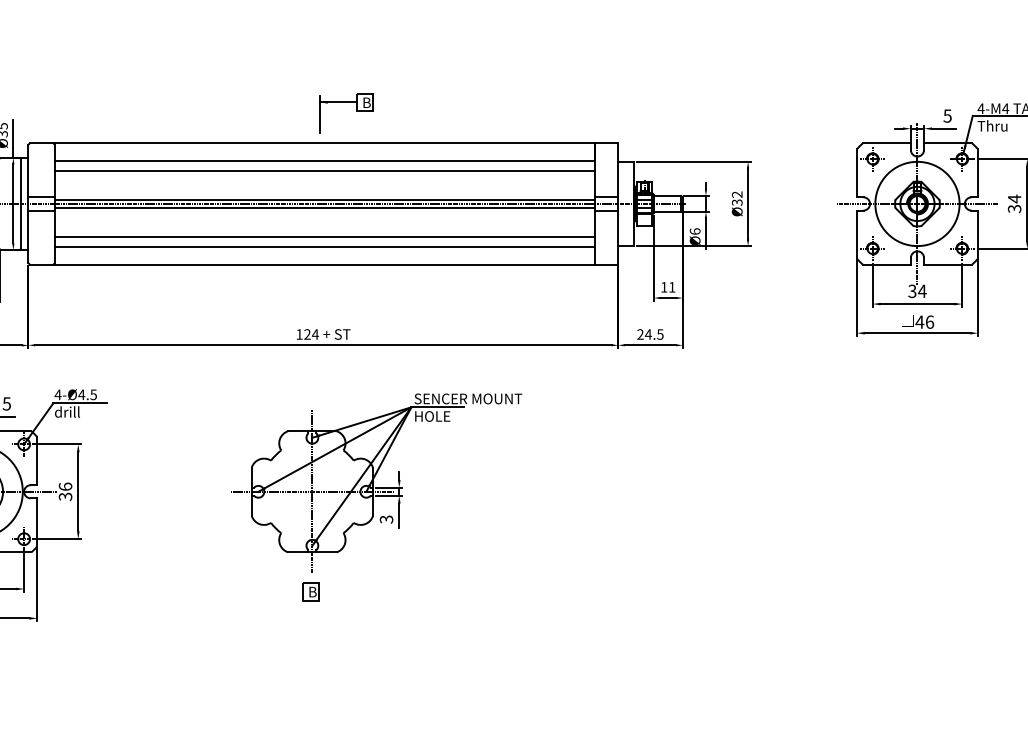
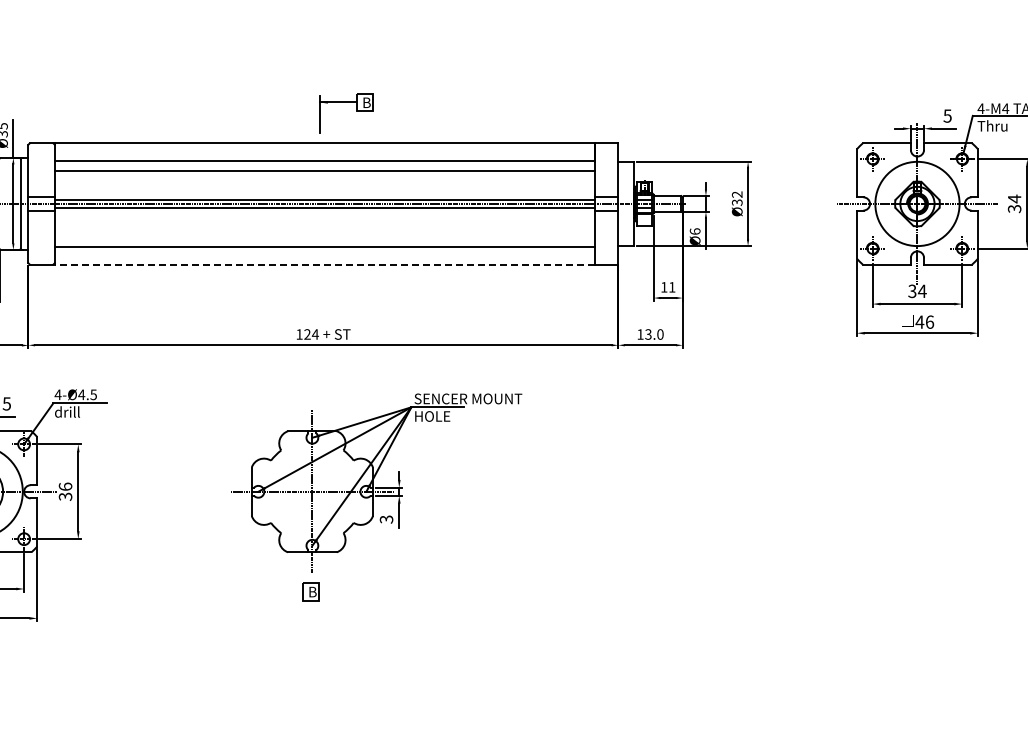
line at (324, 237): present -> none
line at (324, 264): solid -> dashed
text at (650, 334): 24.5 -> 13.0
